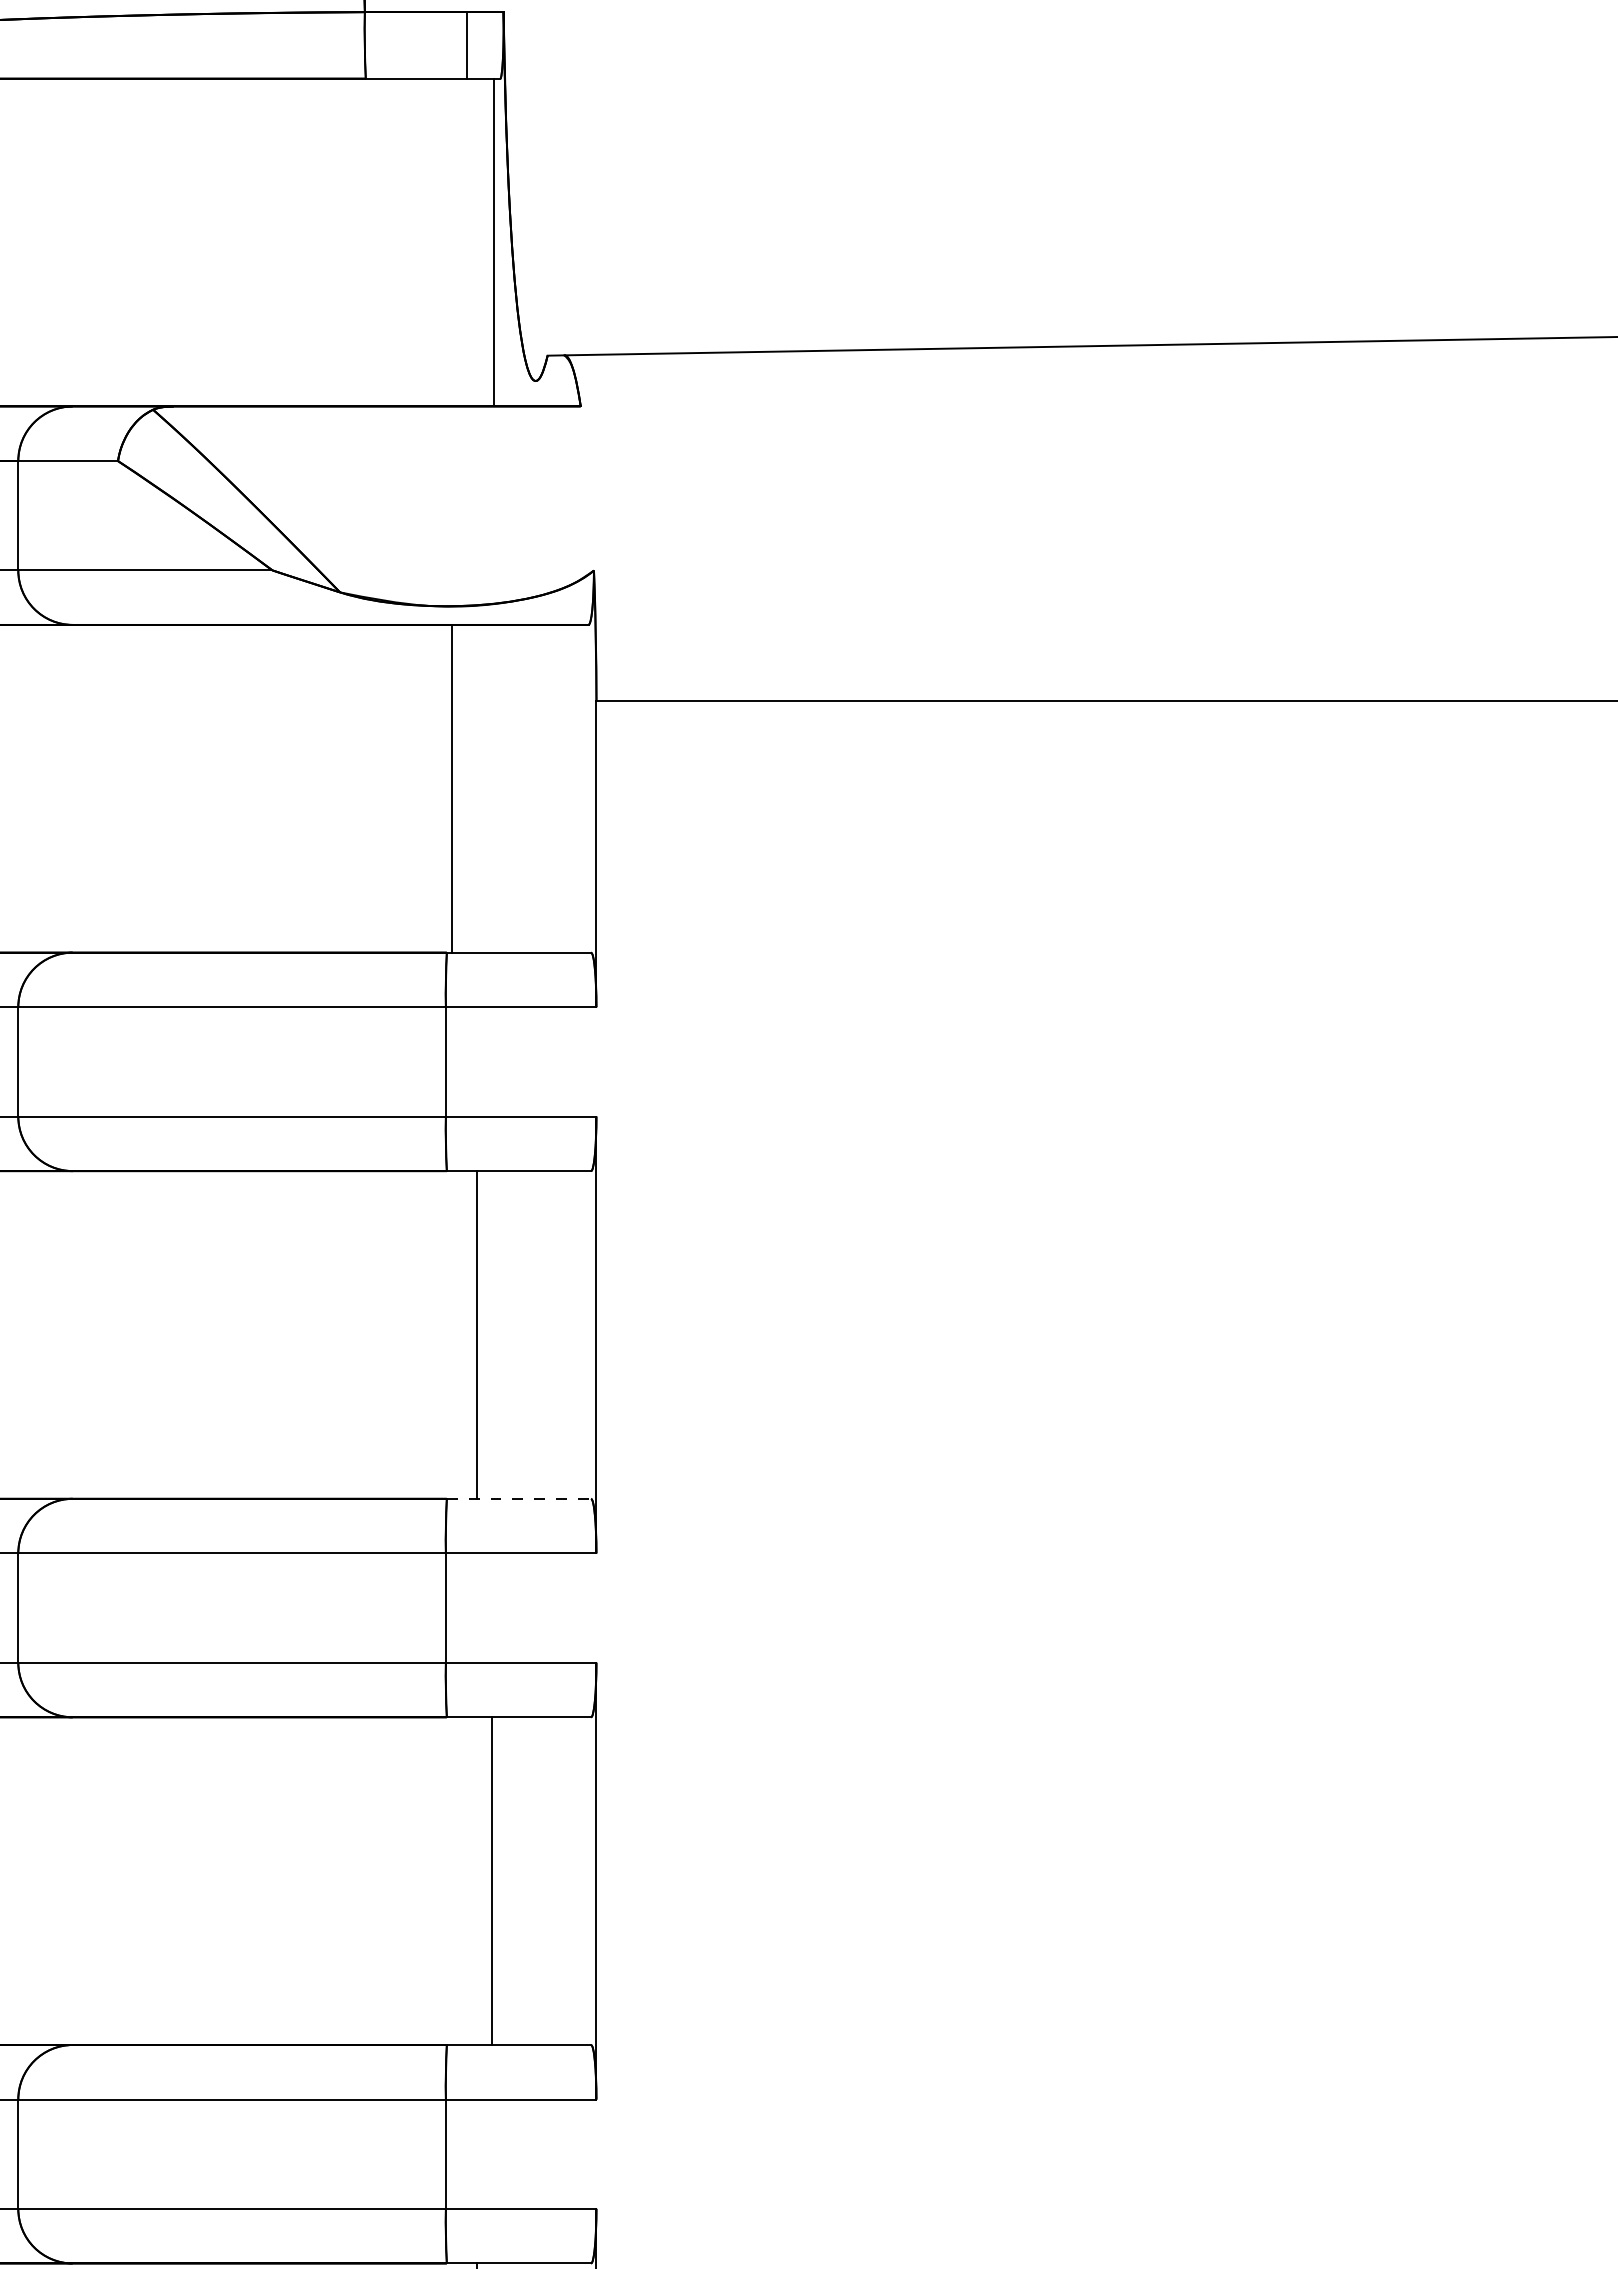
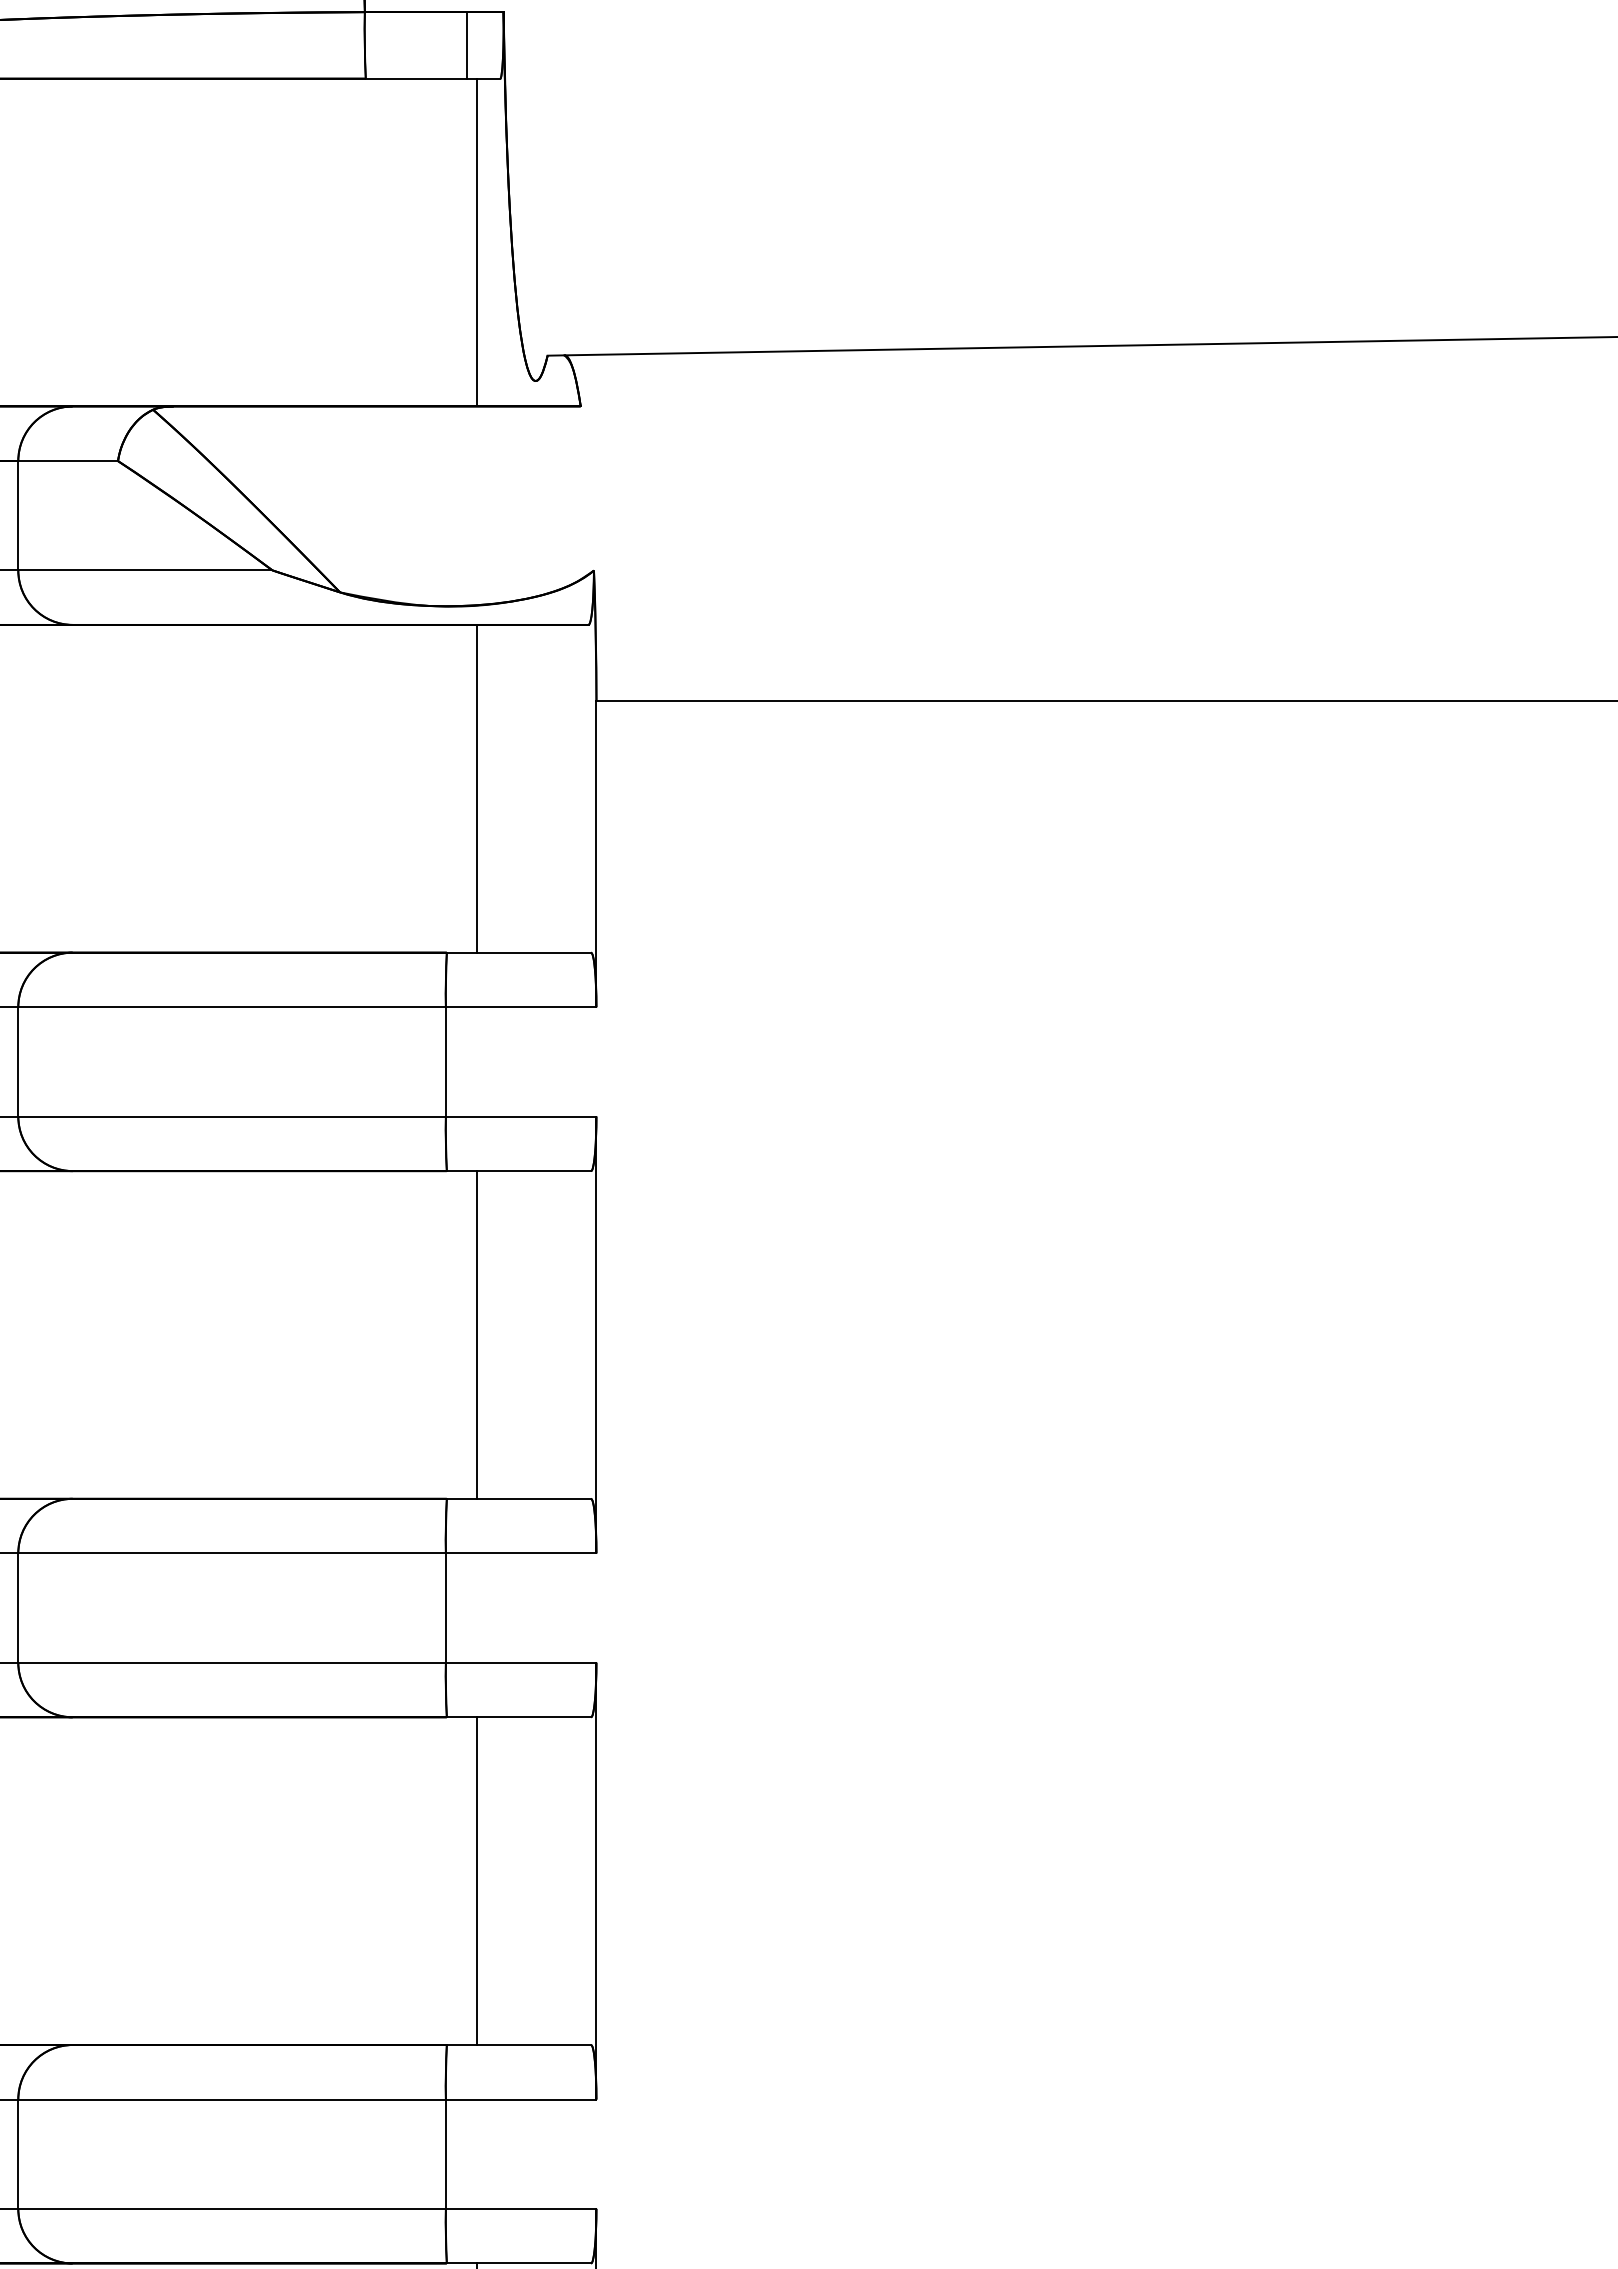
line at (494, 242) position: (494, 242) -> (477, 242)
line at (452, 788) position: (452, 788) -> (477, 788)
line at (519, 1498): dashed -> solid
line at (492, 1881) position: (492, 1881) -> (477, 1881)
